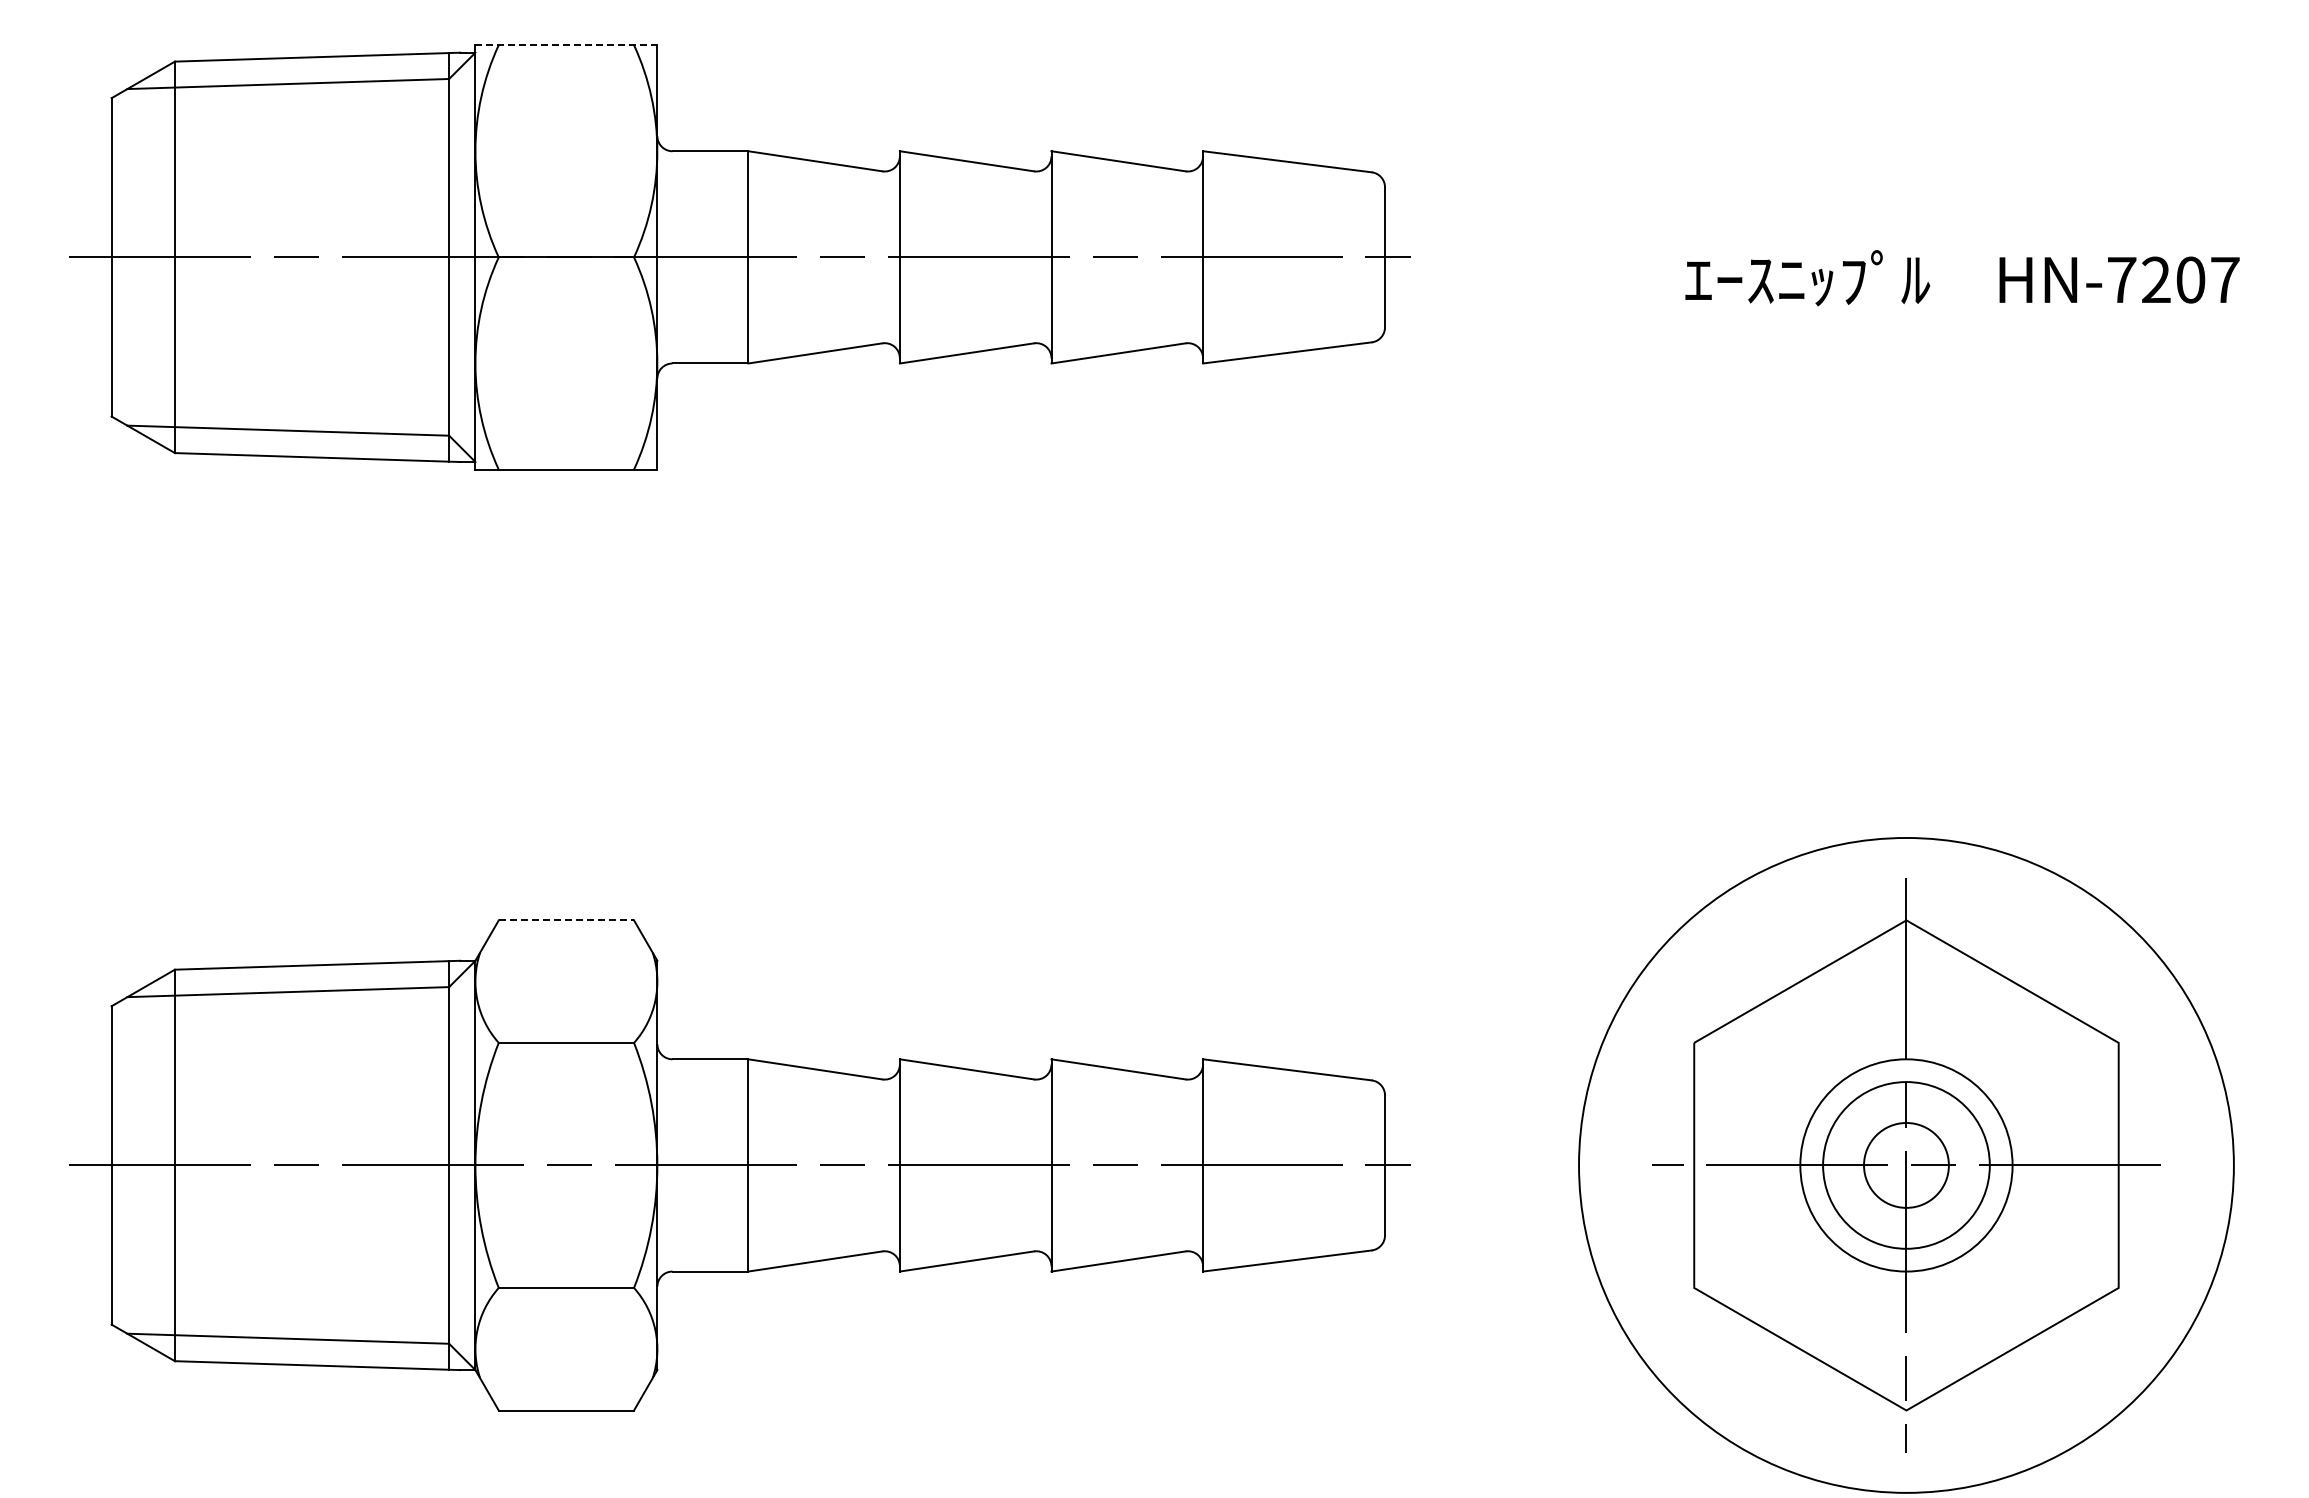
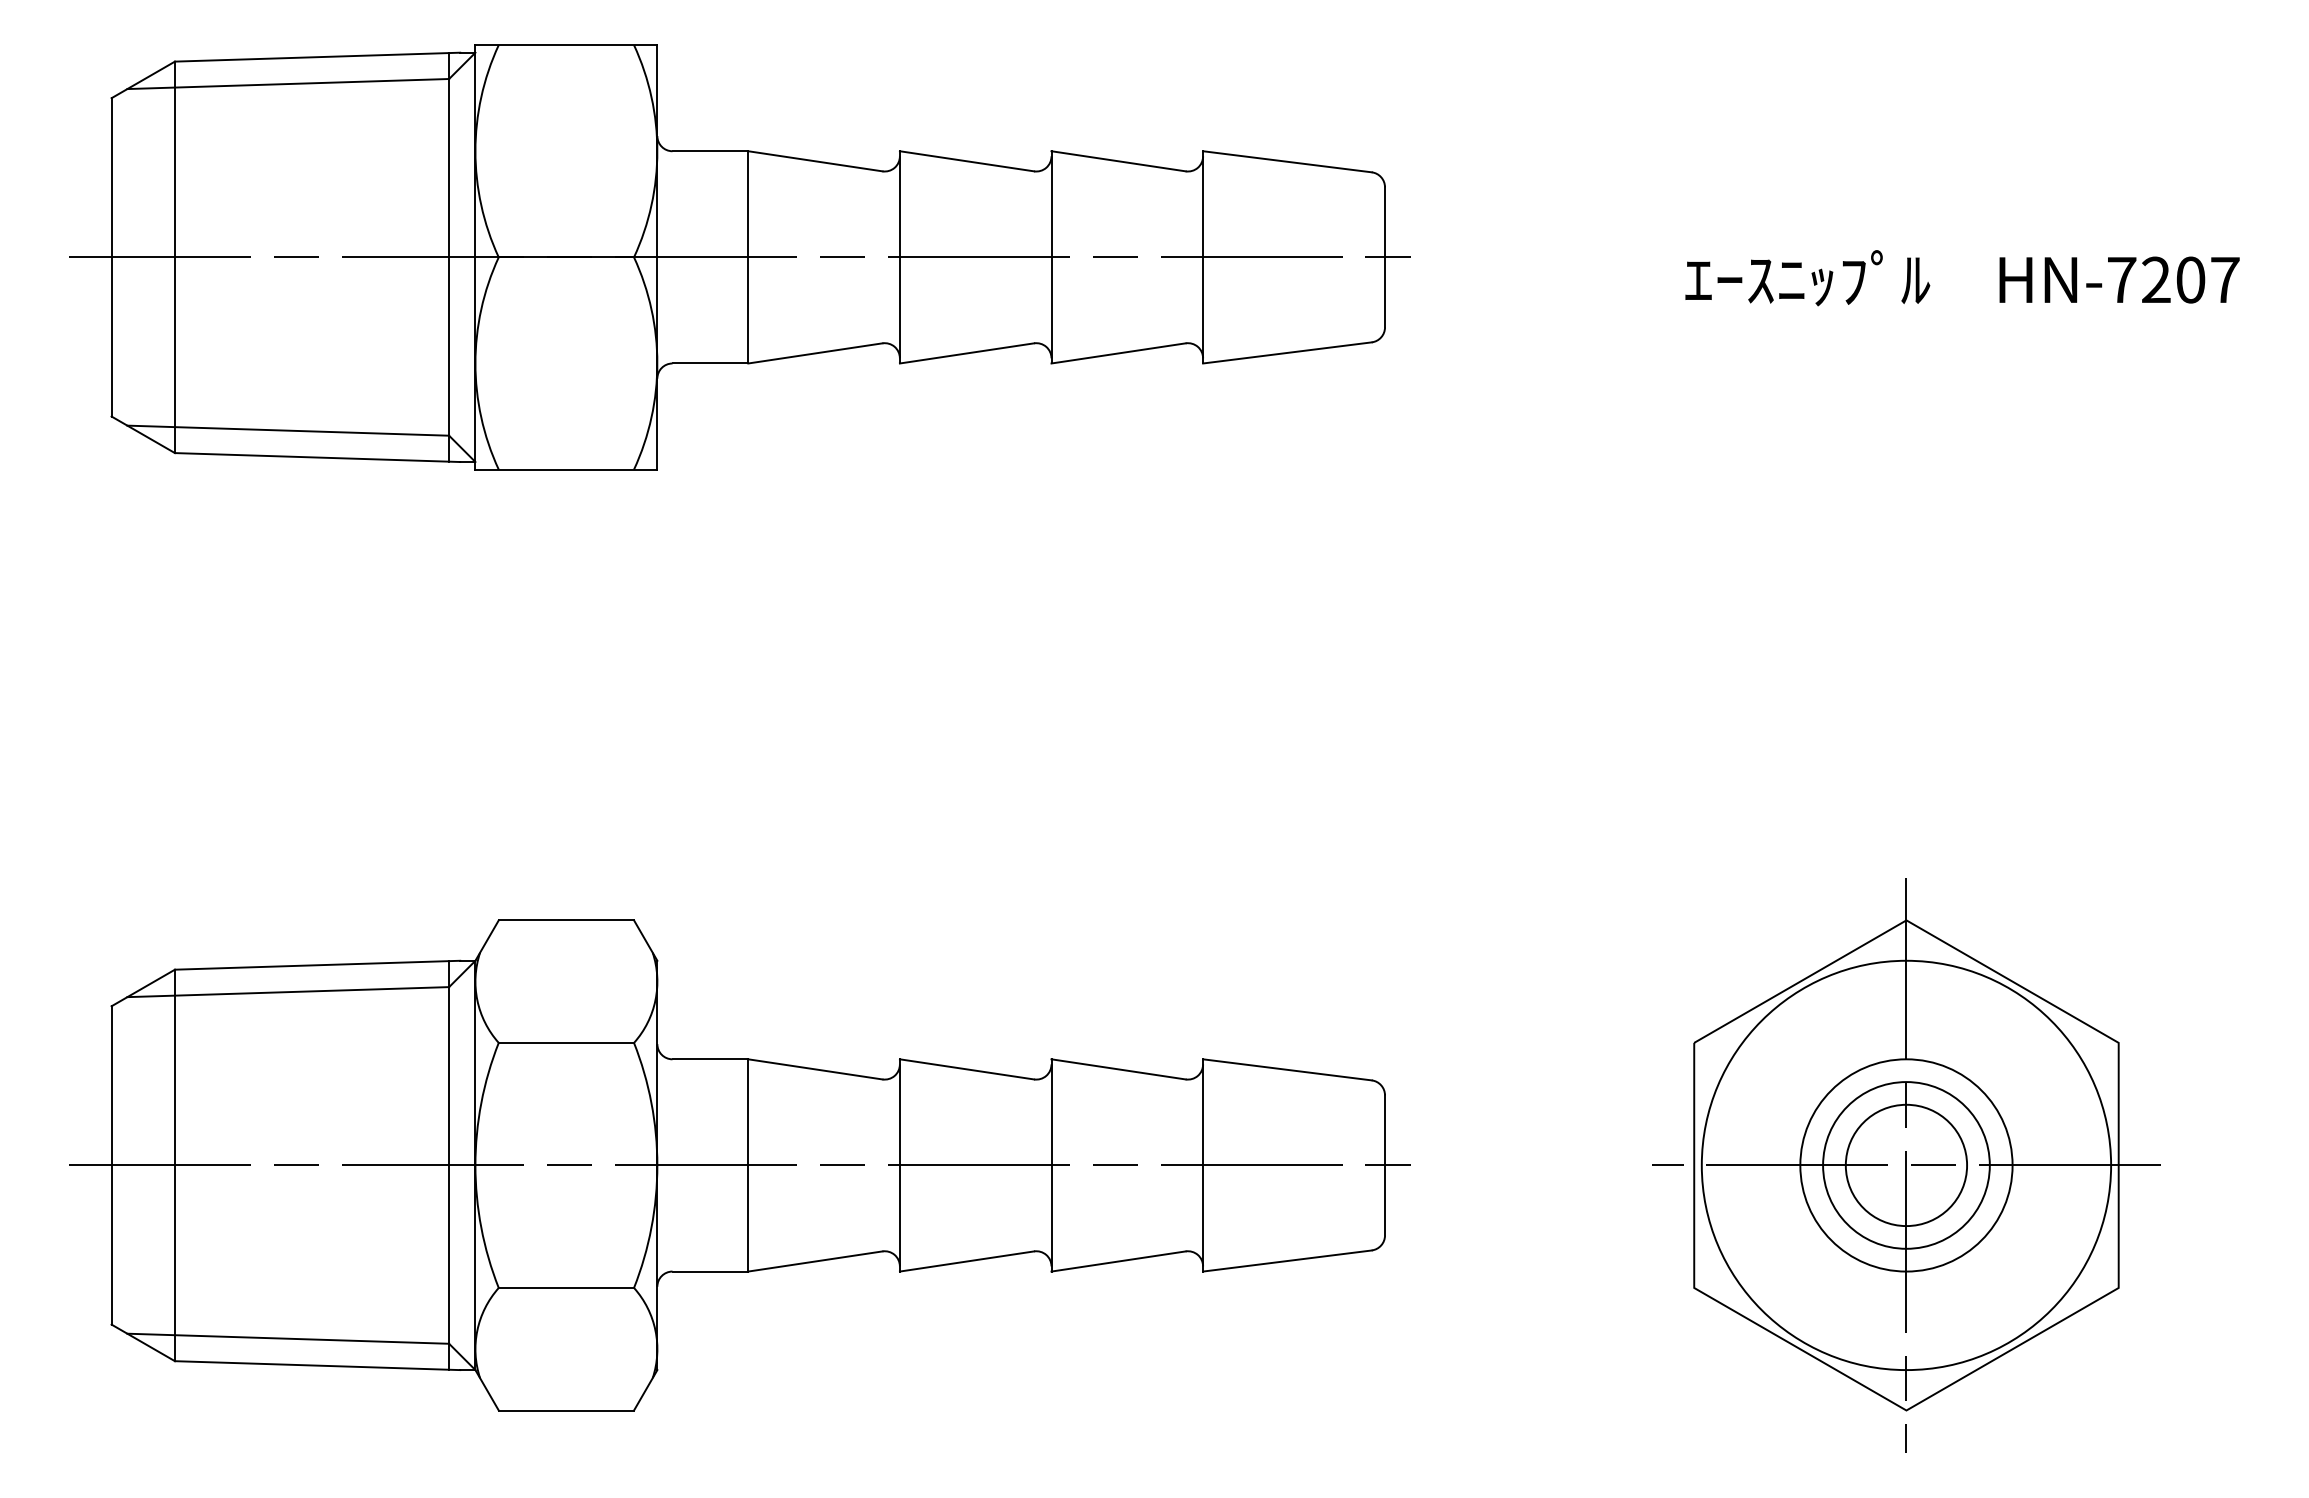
line at (566, 45): dashed -> solid
line at (566, 920): dashed -> solid
circle at (1906, 1164) diameter: 655 px -> 409 px
circle at (1906, 1164) diameter: 85 px -> 121 px
